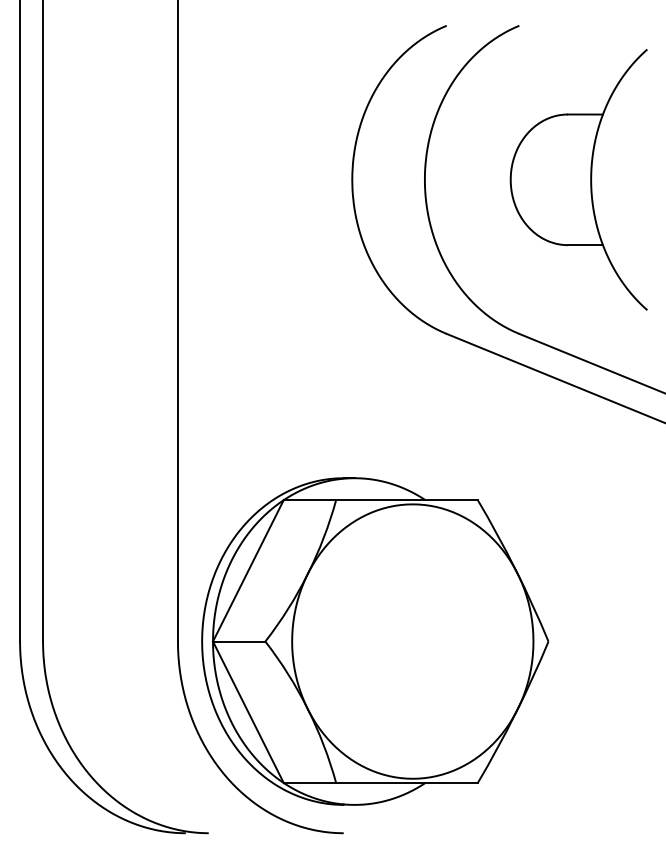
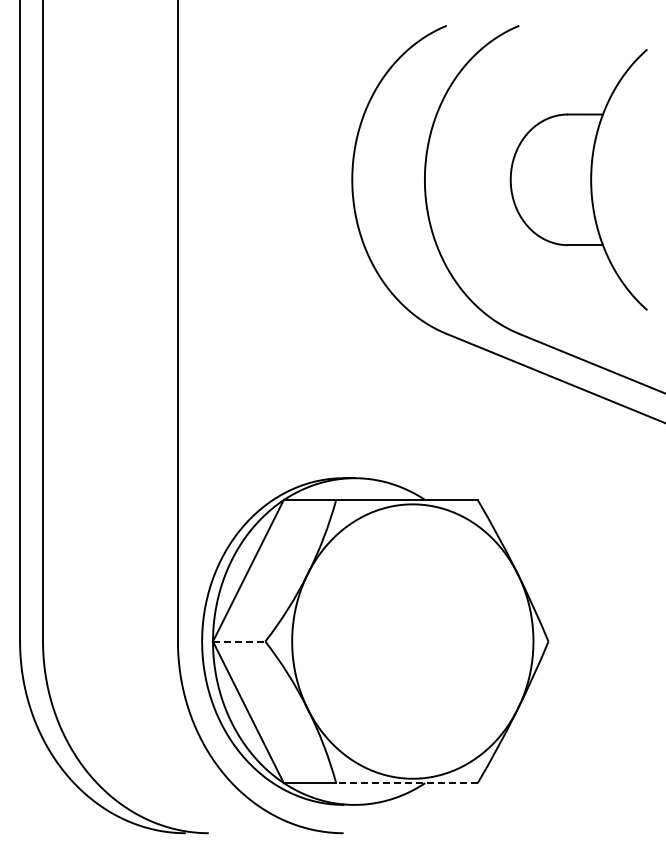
line at (239, 641): solid -> dashed
line at (406, 783): solid -> dashed
